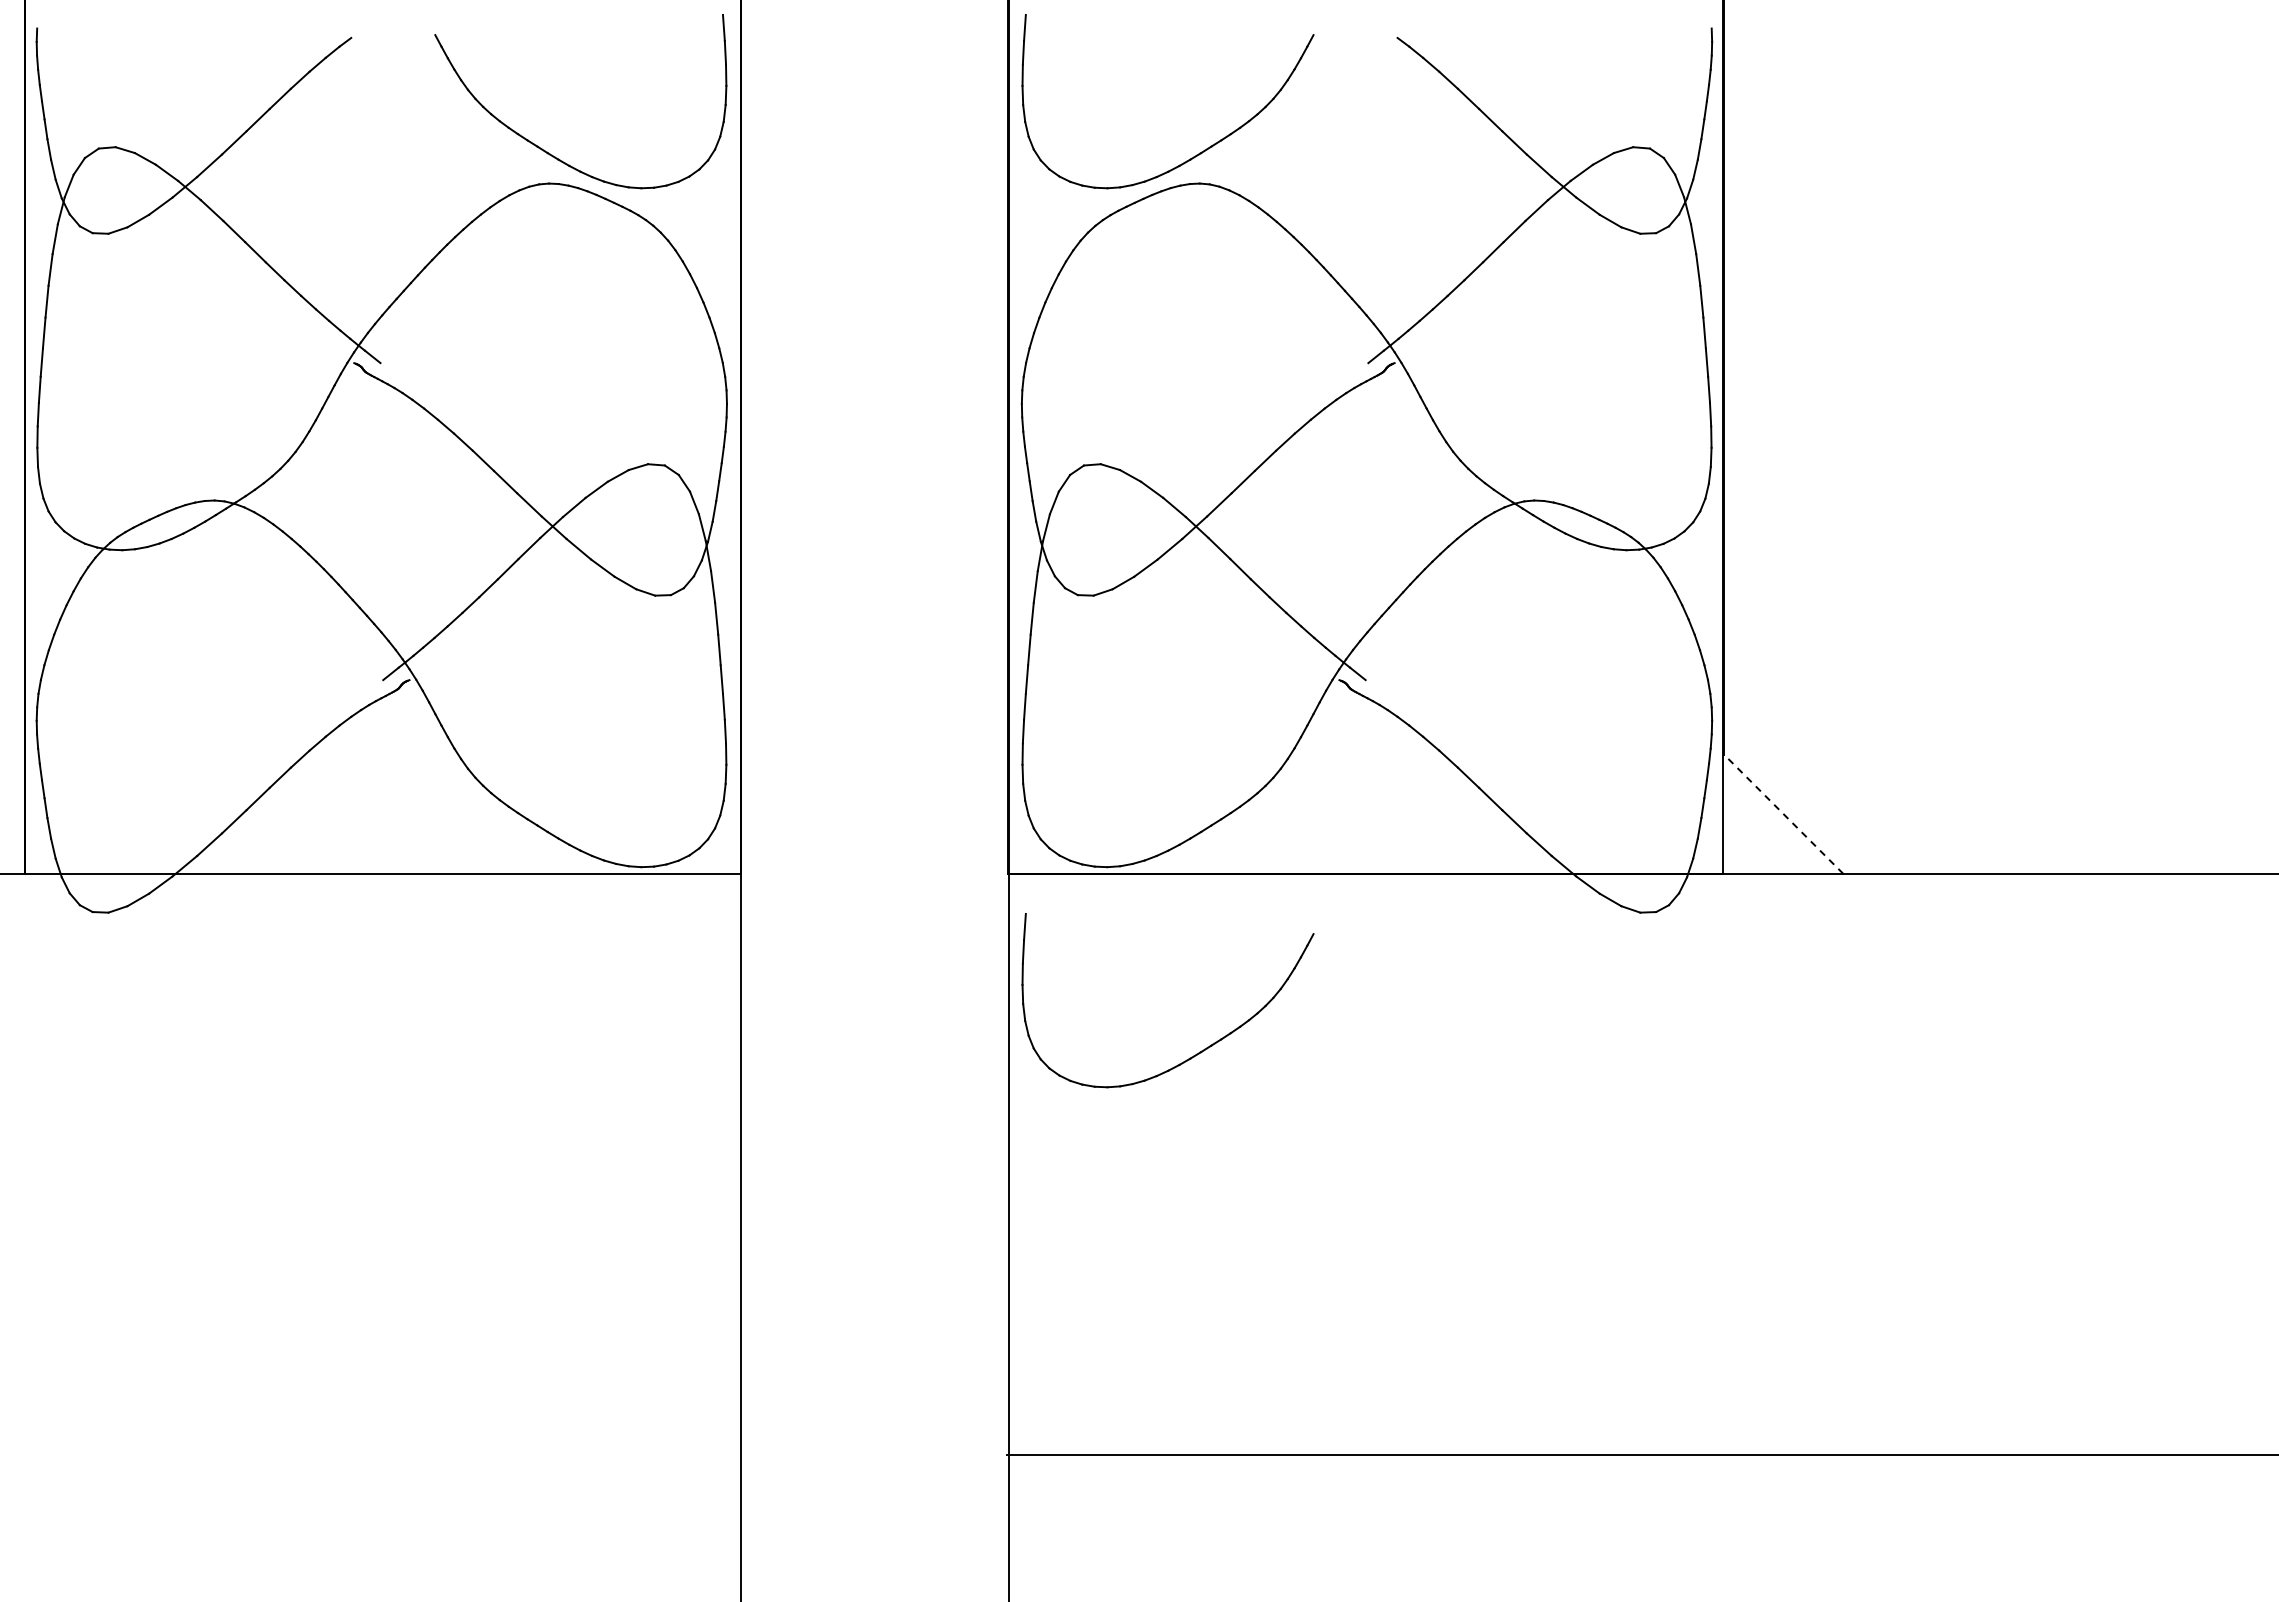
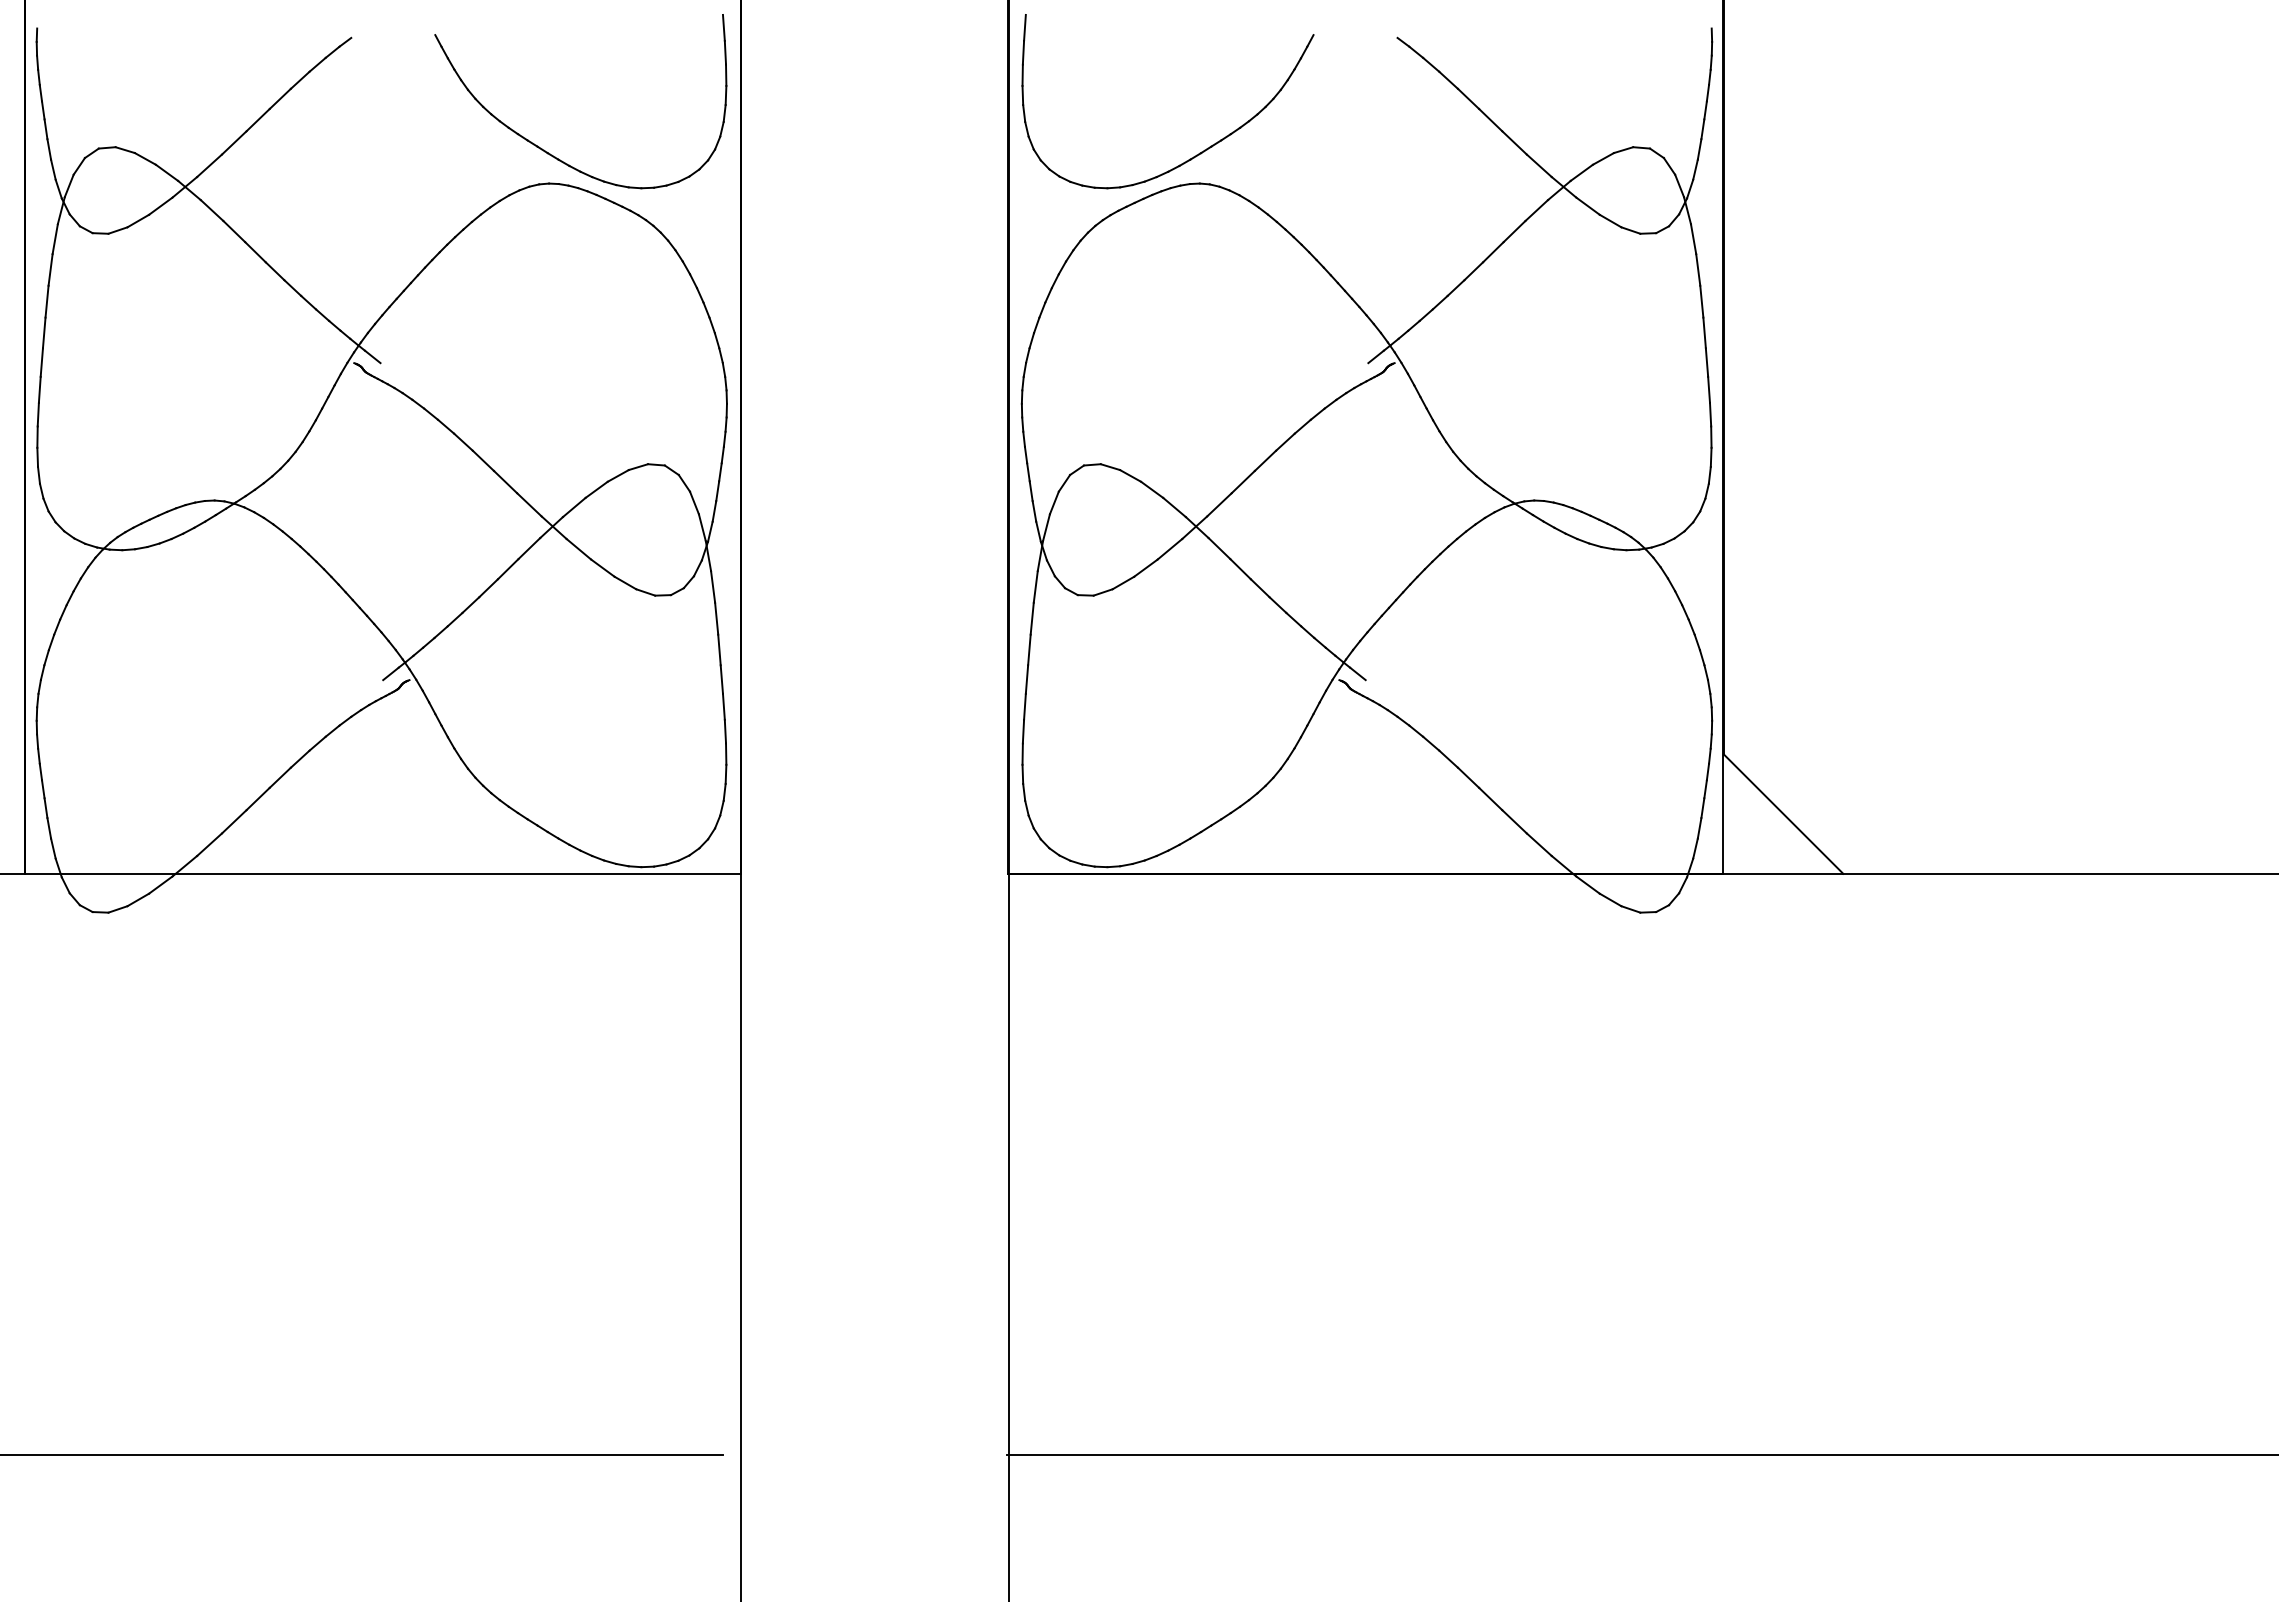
line at (1783, 813): dashed -> solid
part at (1199, 1051): present -> none
line at (362, 1455): none -> present
